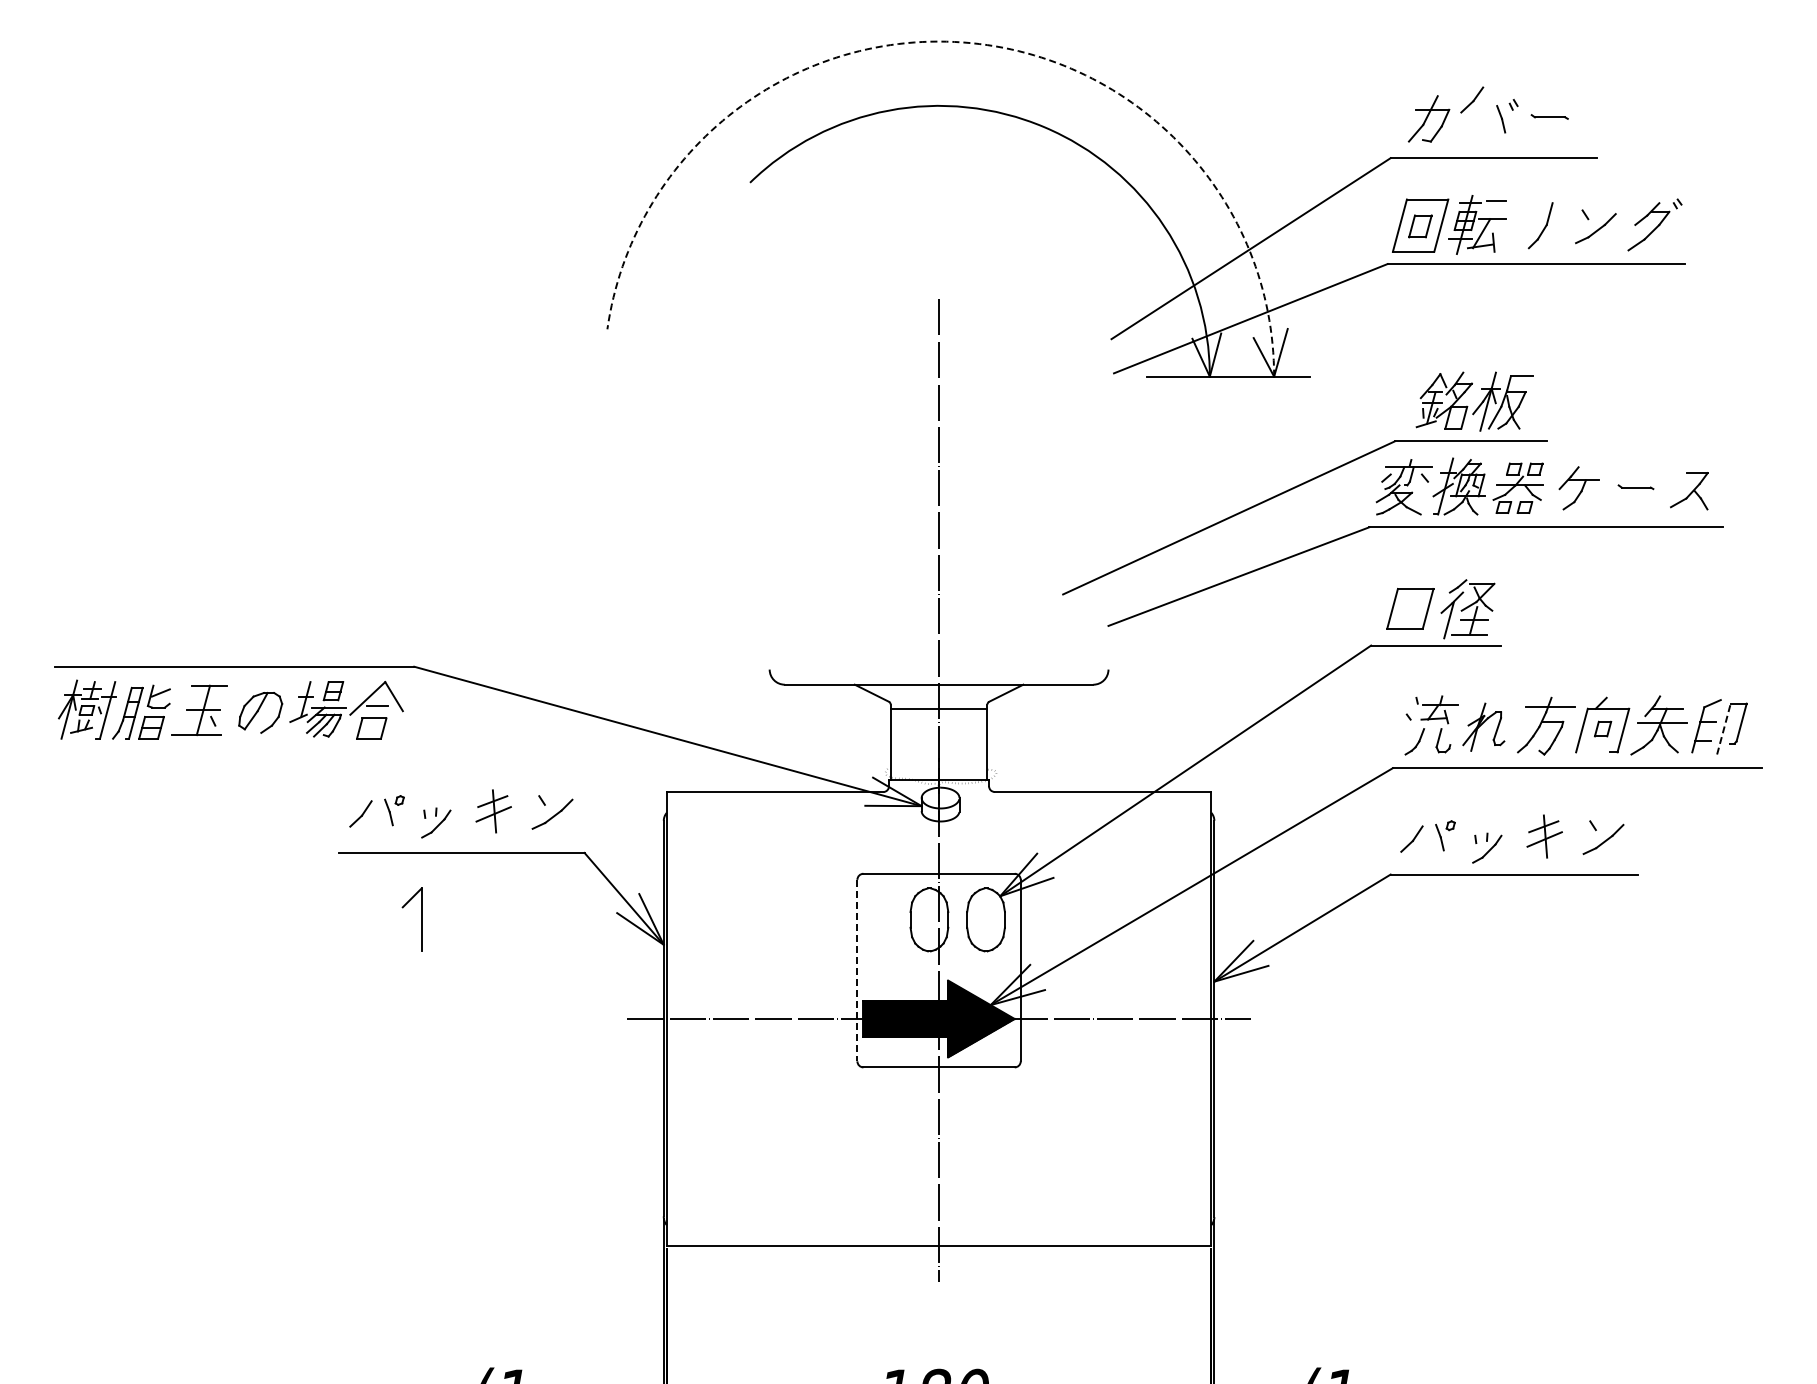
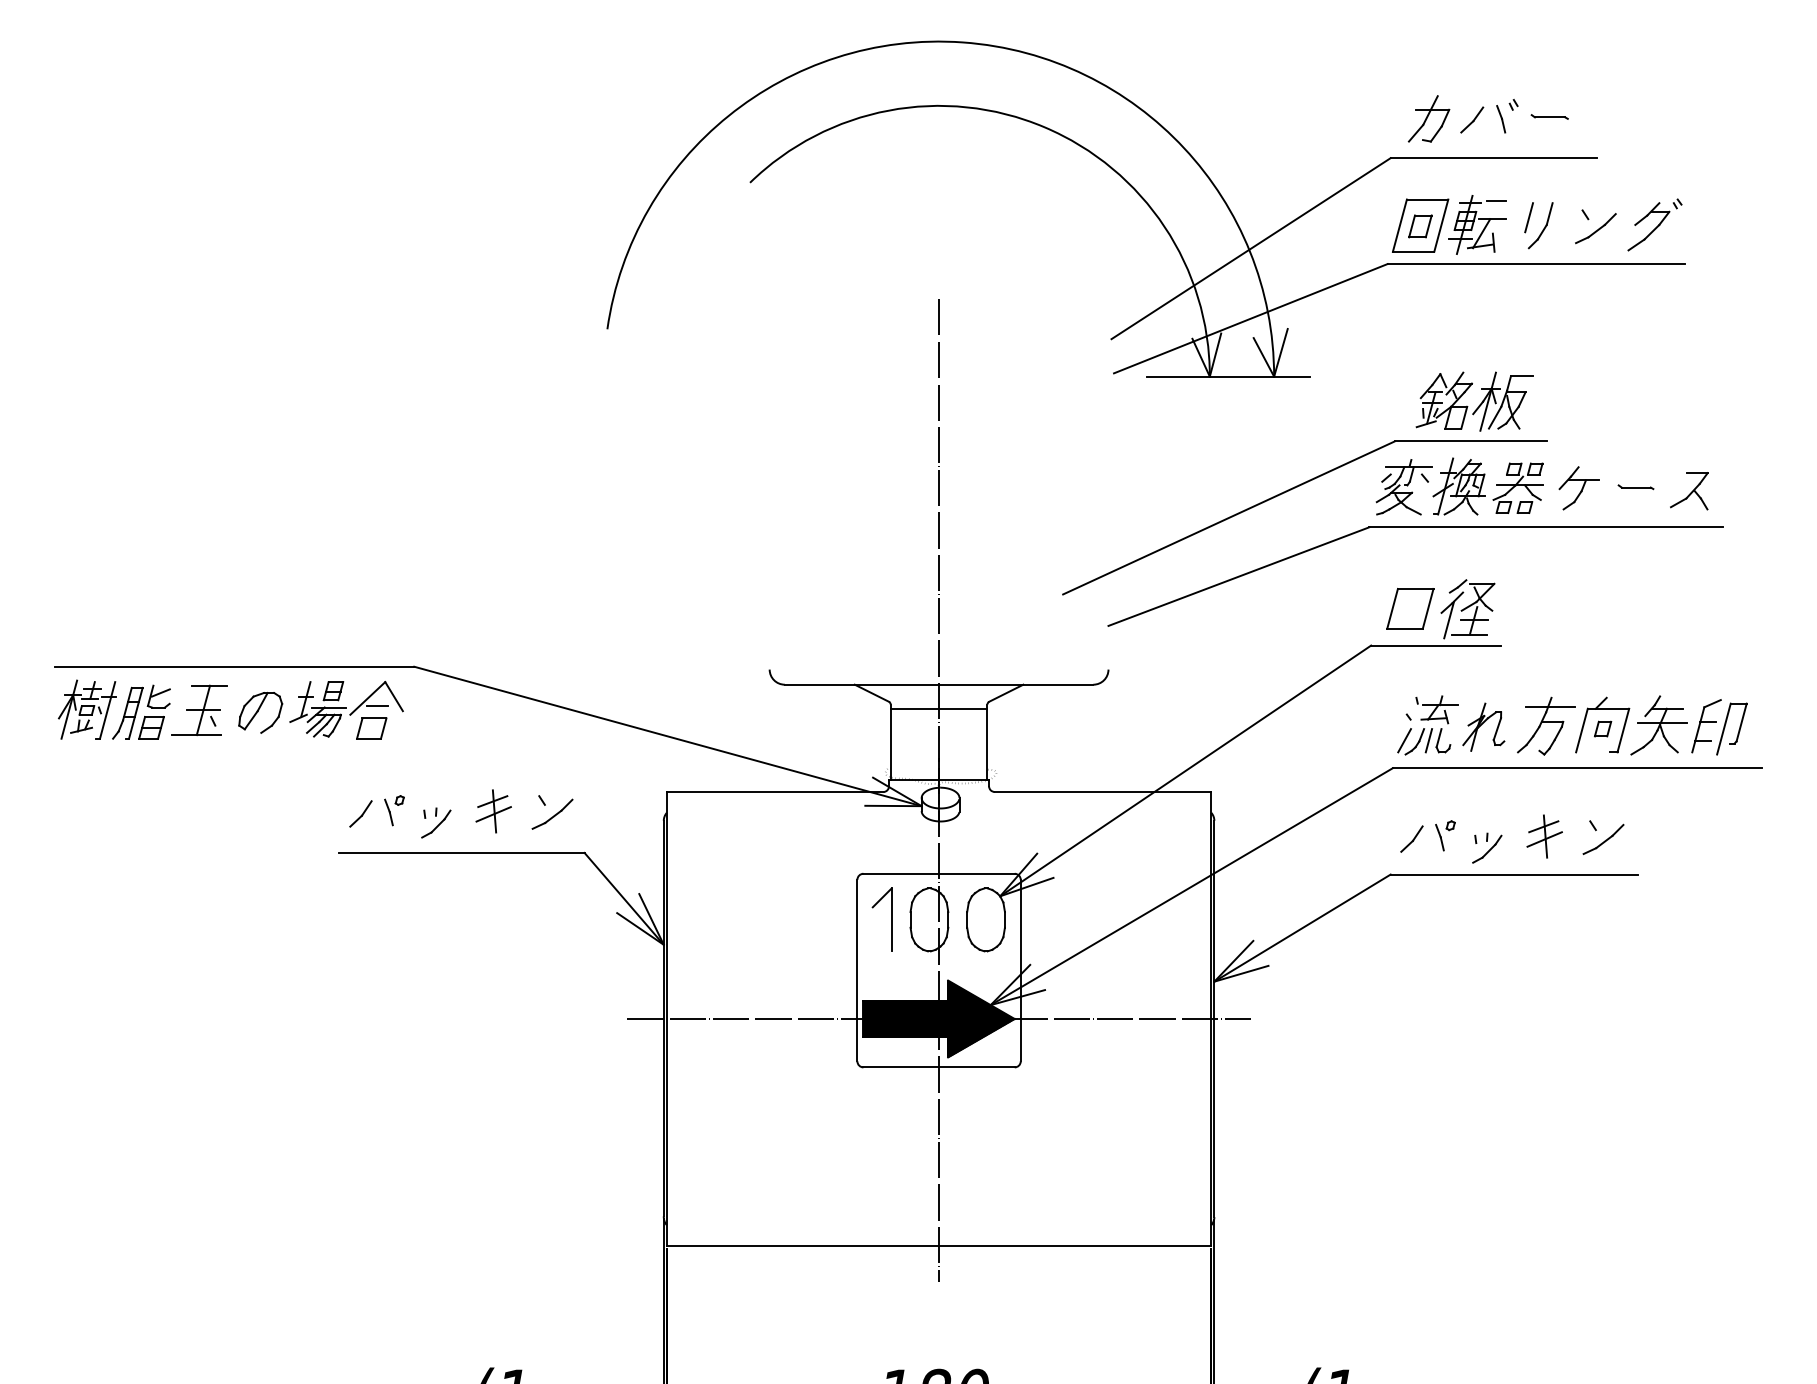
arc at (962, 42): dashed -> solid
part at (1472, 99) position: (1472, 99) -> (1472, 119)
line at (1529, 217): none -> present
line at (1724, 728): dashed -> solid
line at (1404, 740): none -> present
line at (1428, 740): none -> present
part at (421, 919) position: (421, 919) -> (891, 919)
line at (857, 970): dashed -> solid
